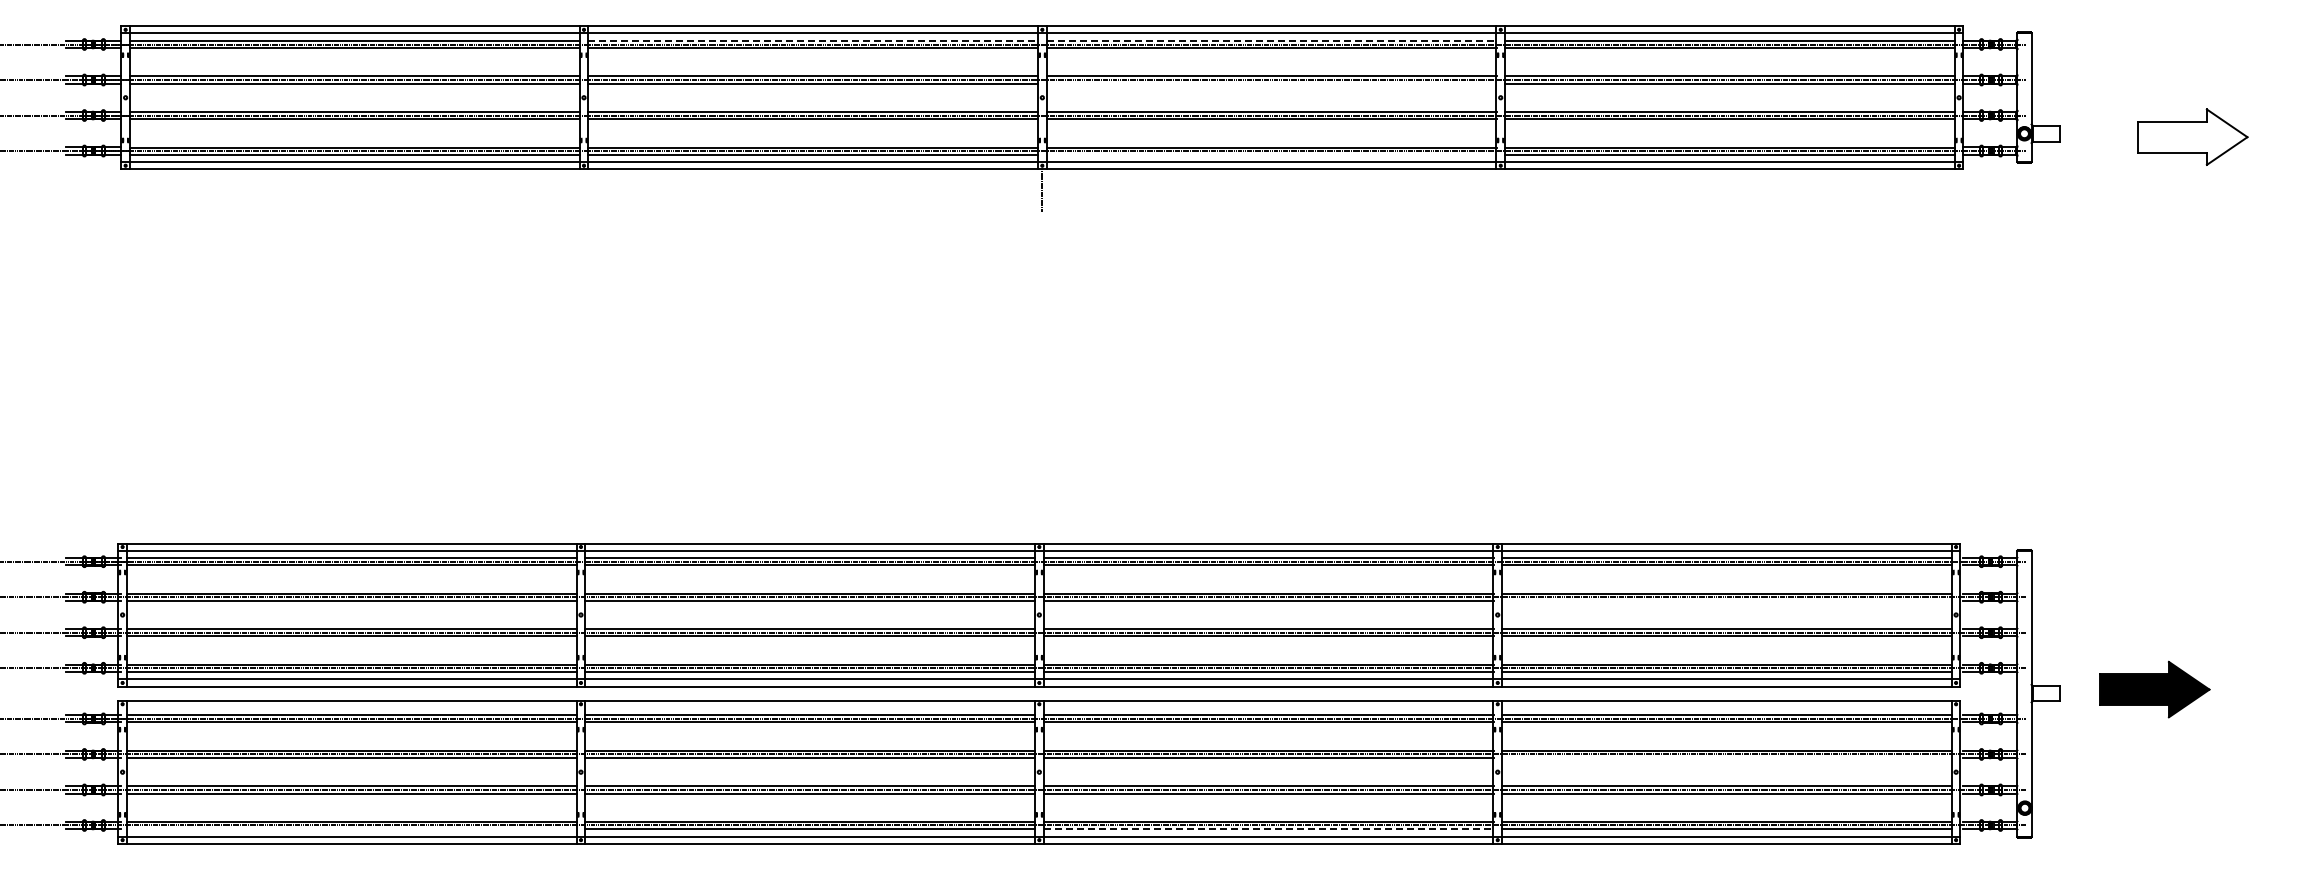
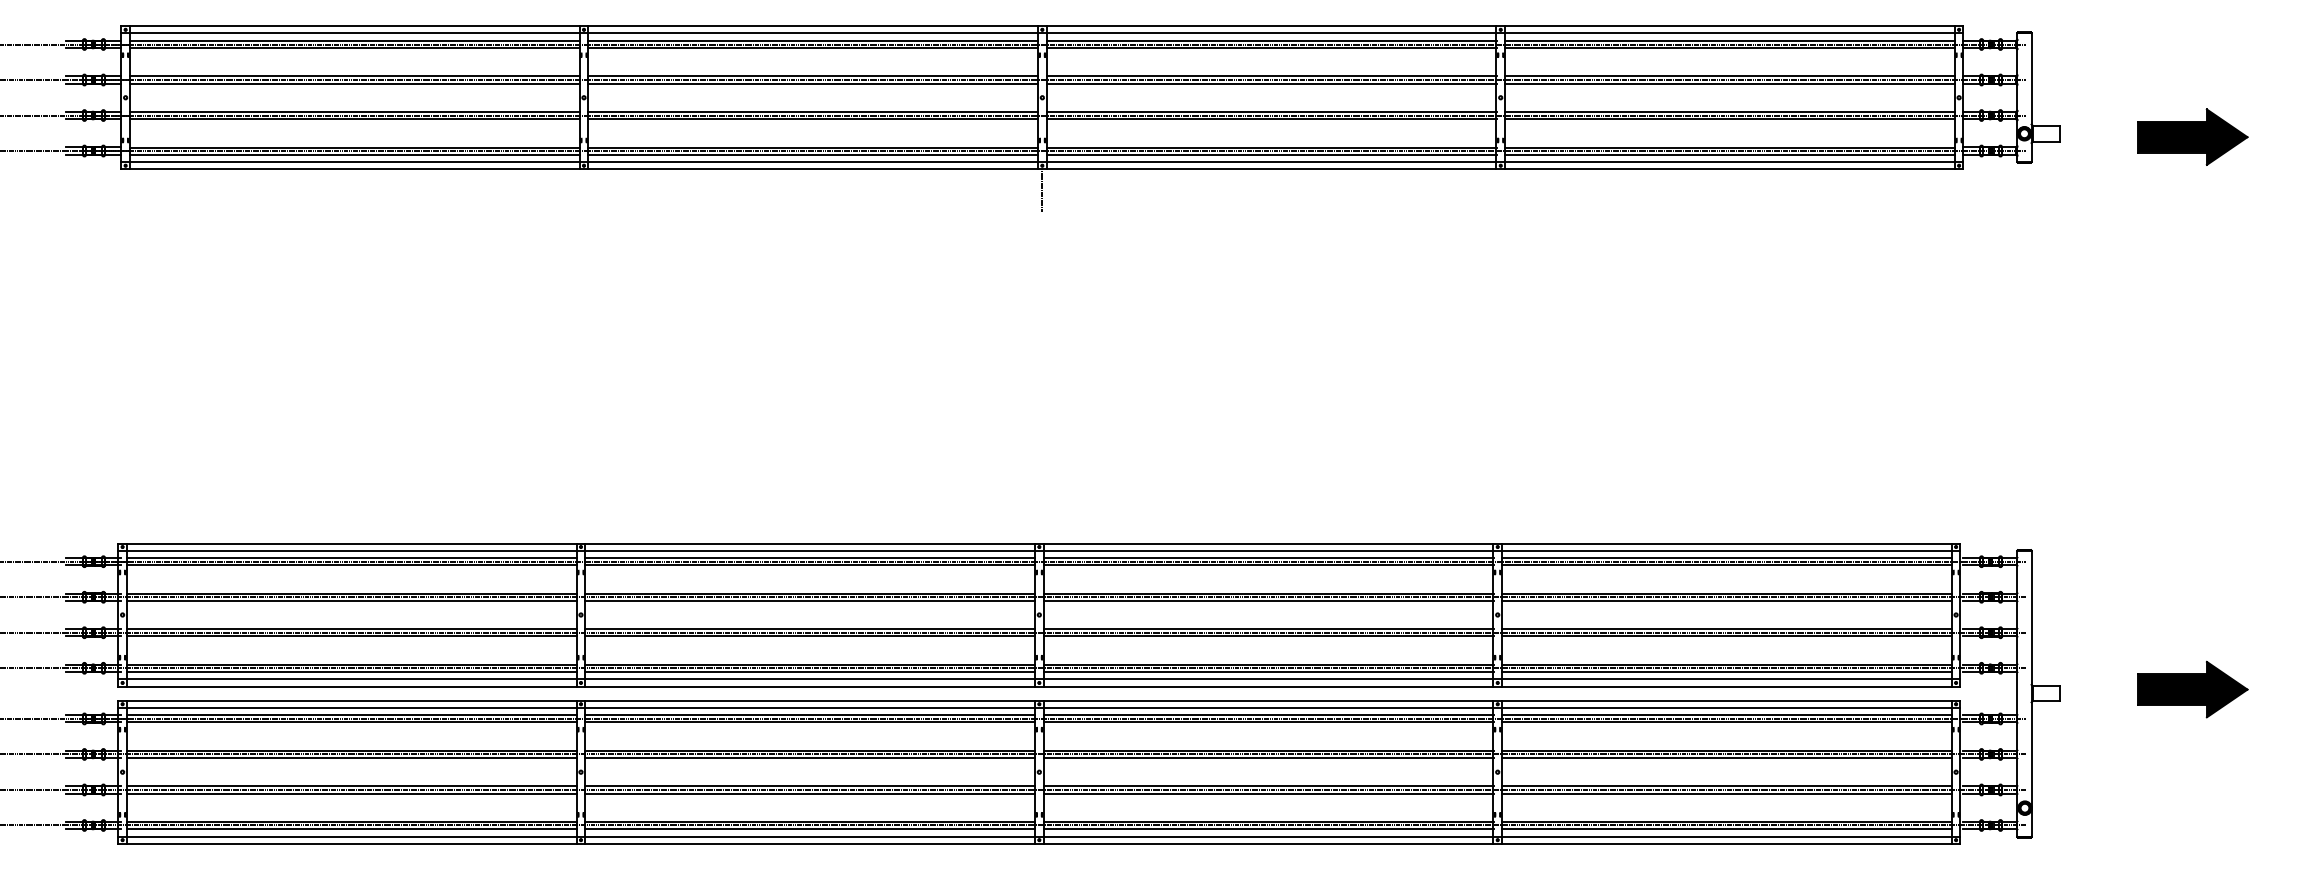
line at (813, 40): dashed -> solid
line at (1271, 40): dashed -> solid
line at (1271, 83): none -> present
fill at (2192, 136): none -> present
line at (1271, 154): none -> present
line at (1726, 600): none -> present
part at (2154, 689) position: (2154, 689) -> (2192, 689)
line at (1039, 707): none -> present
line at (1726, 757): none -> present
line at (351, 829): none -> present
line at (1268, 829): dashed -> solid
